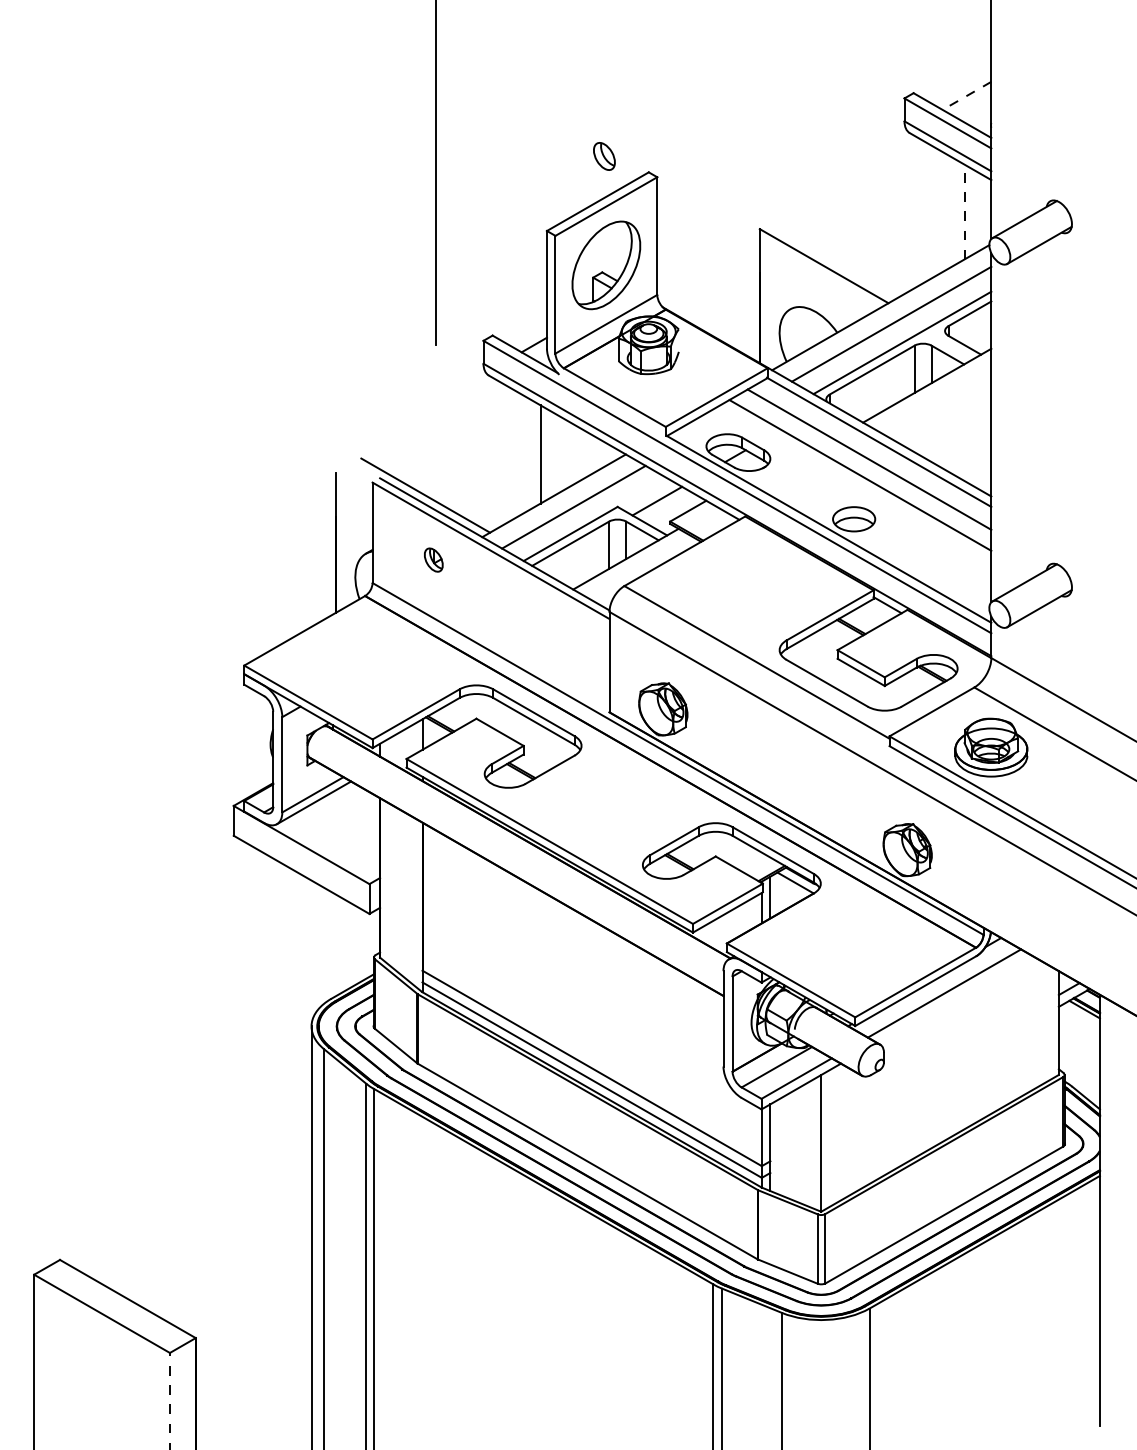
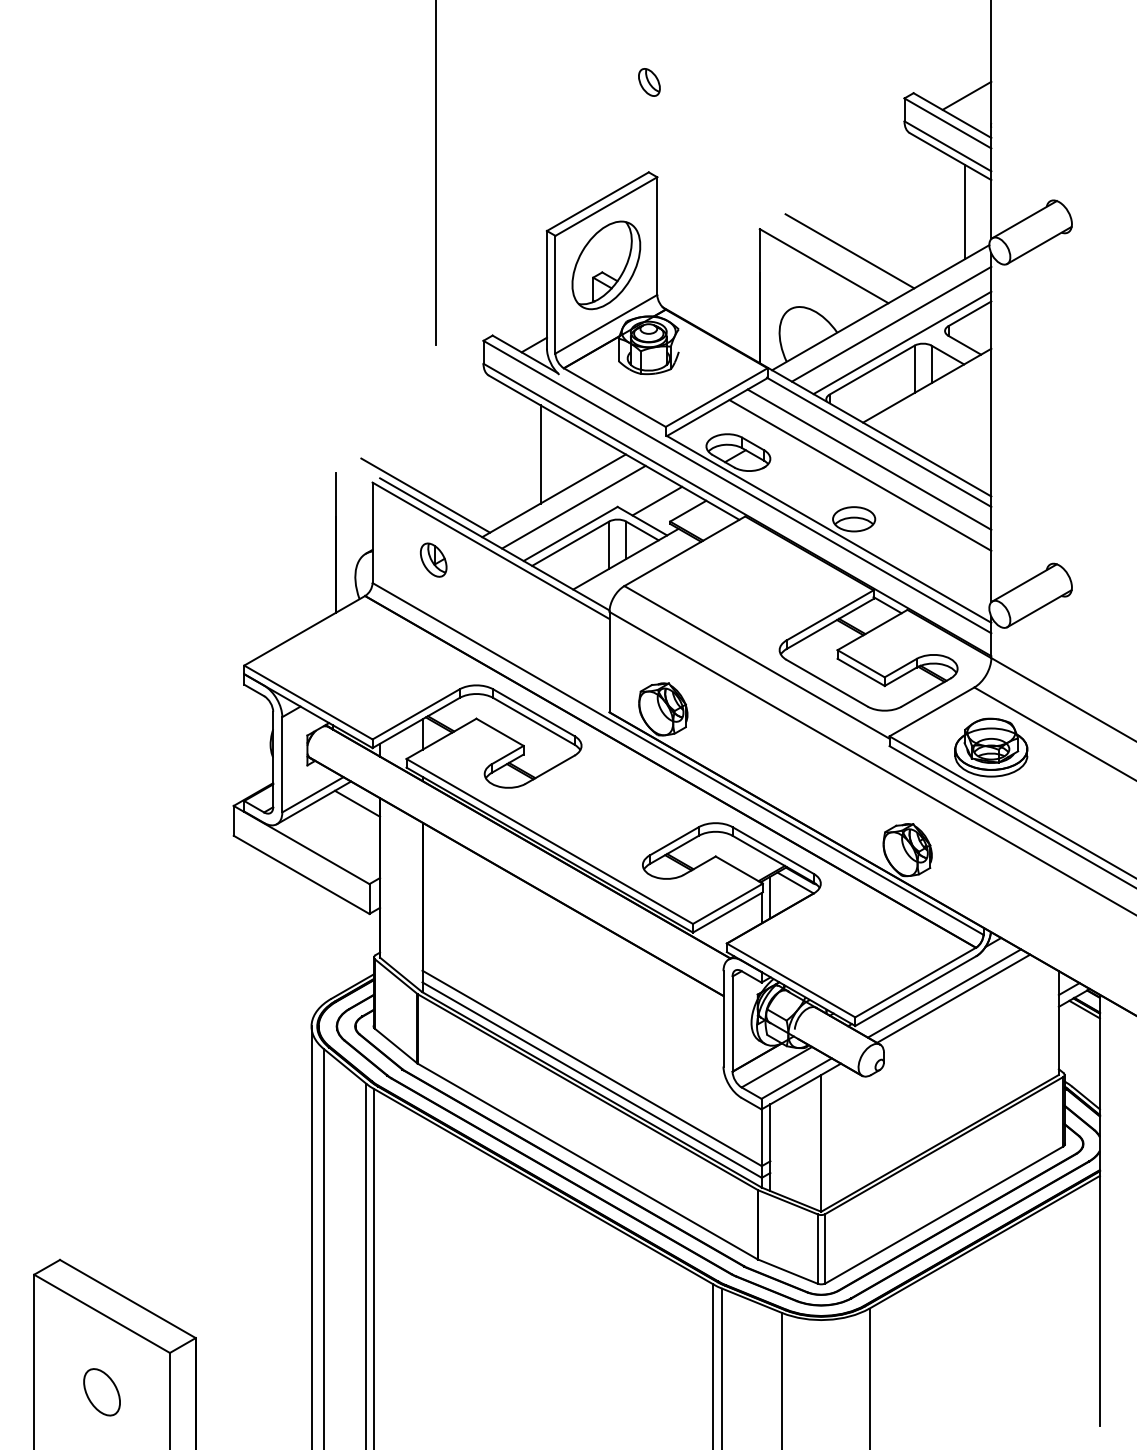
line at (966, 96): dashed -> solid
part at (604, 156) position: (604, 156) -> (649, 82)
line at (964, 211): dashed -> solid
line at (849, 251): none -> present
part at (433, 559) size: 20x26 px -> 28x36 px
line at (357, 803): none -> present
line at (953, 998): none -> present
part at (101, 1392): none -> present
line at (169, 1400): dashed -> solid
